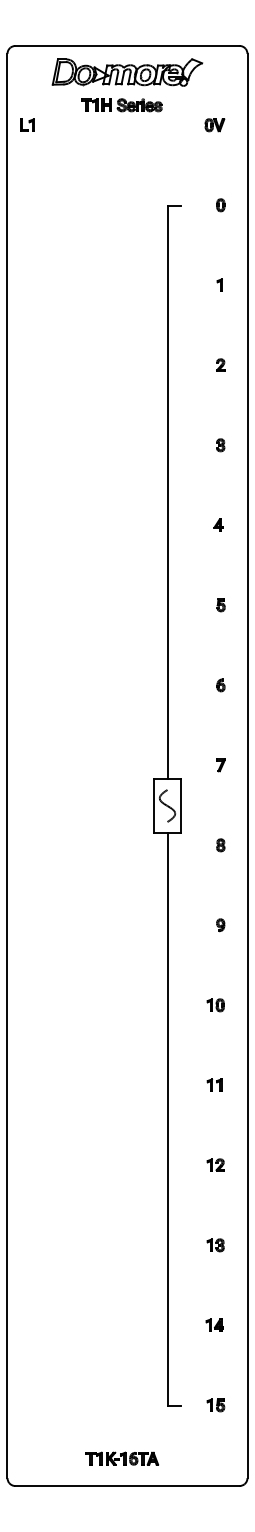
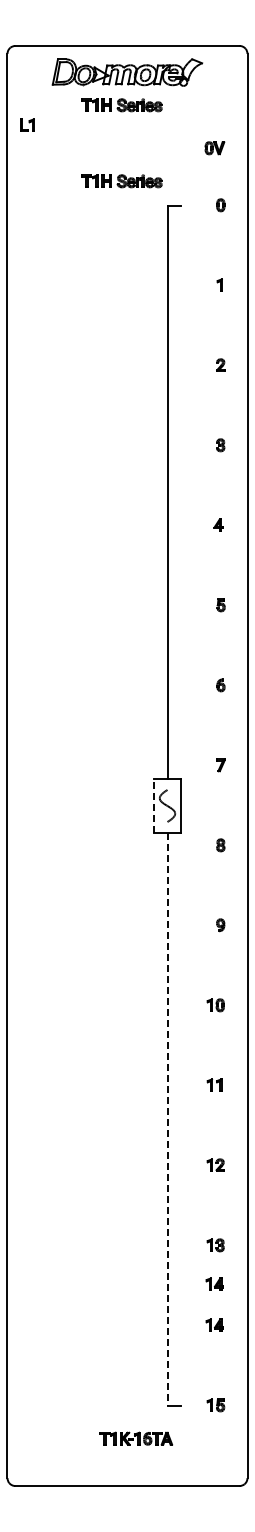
part at (214, 125) position: (214, 125) -> (214, 148)
part at (121, 181): none -> present
line at (154, 806): solid -> dashed
line at (167, 1119): solid -> dashed
part at (214, 1283): none -> present
part at (122, 1458) position: (122, 1458) -> (136, 1438)
